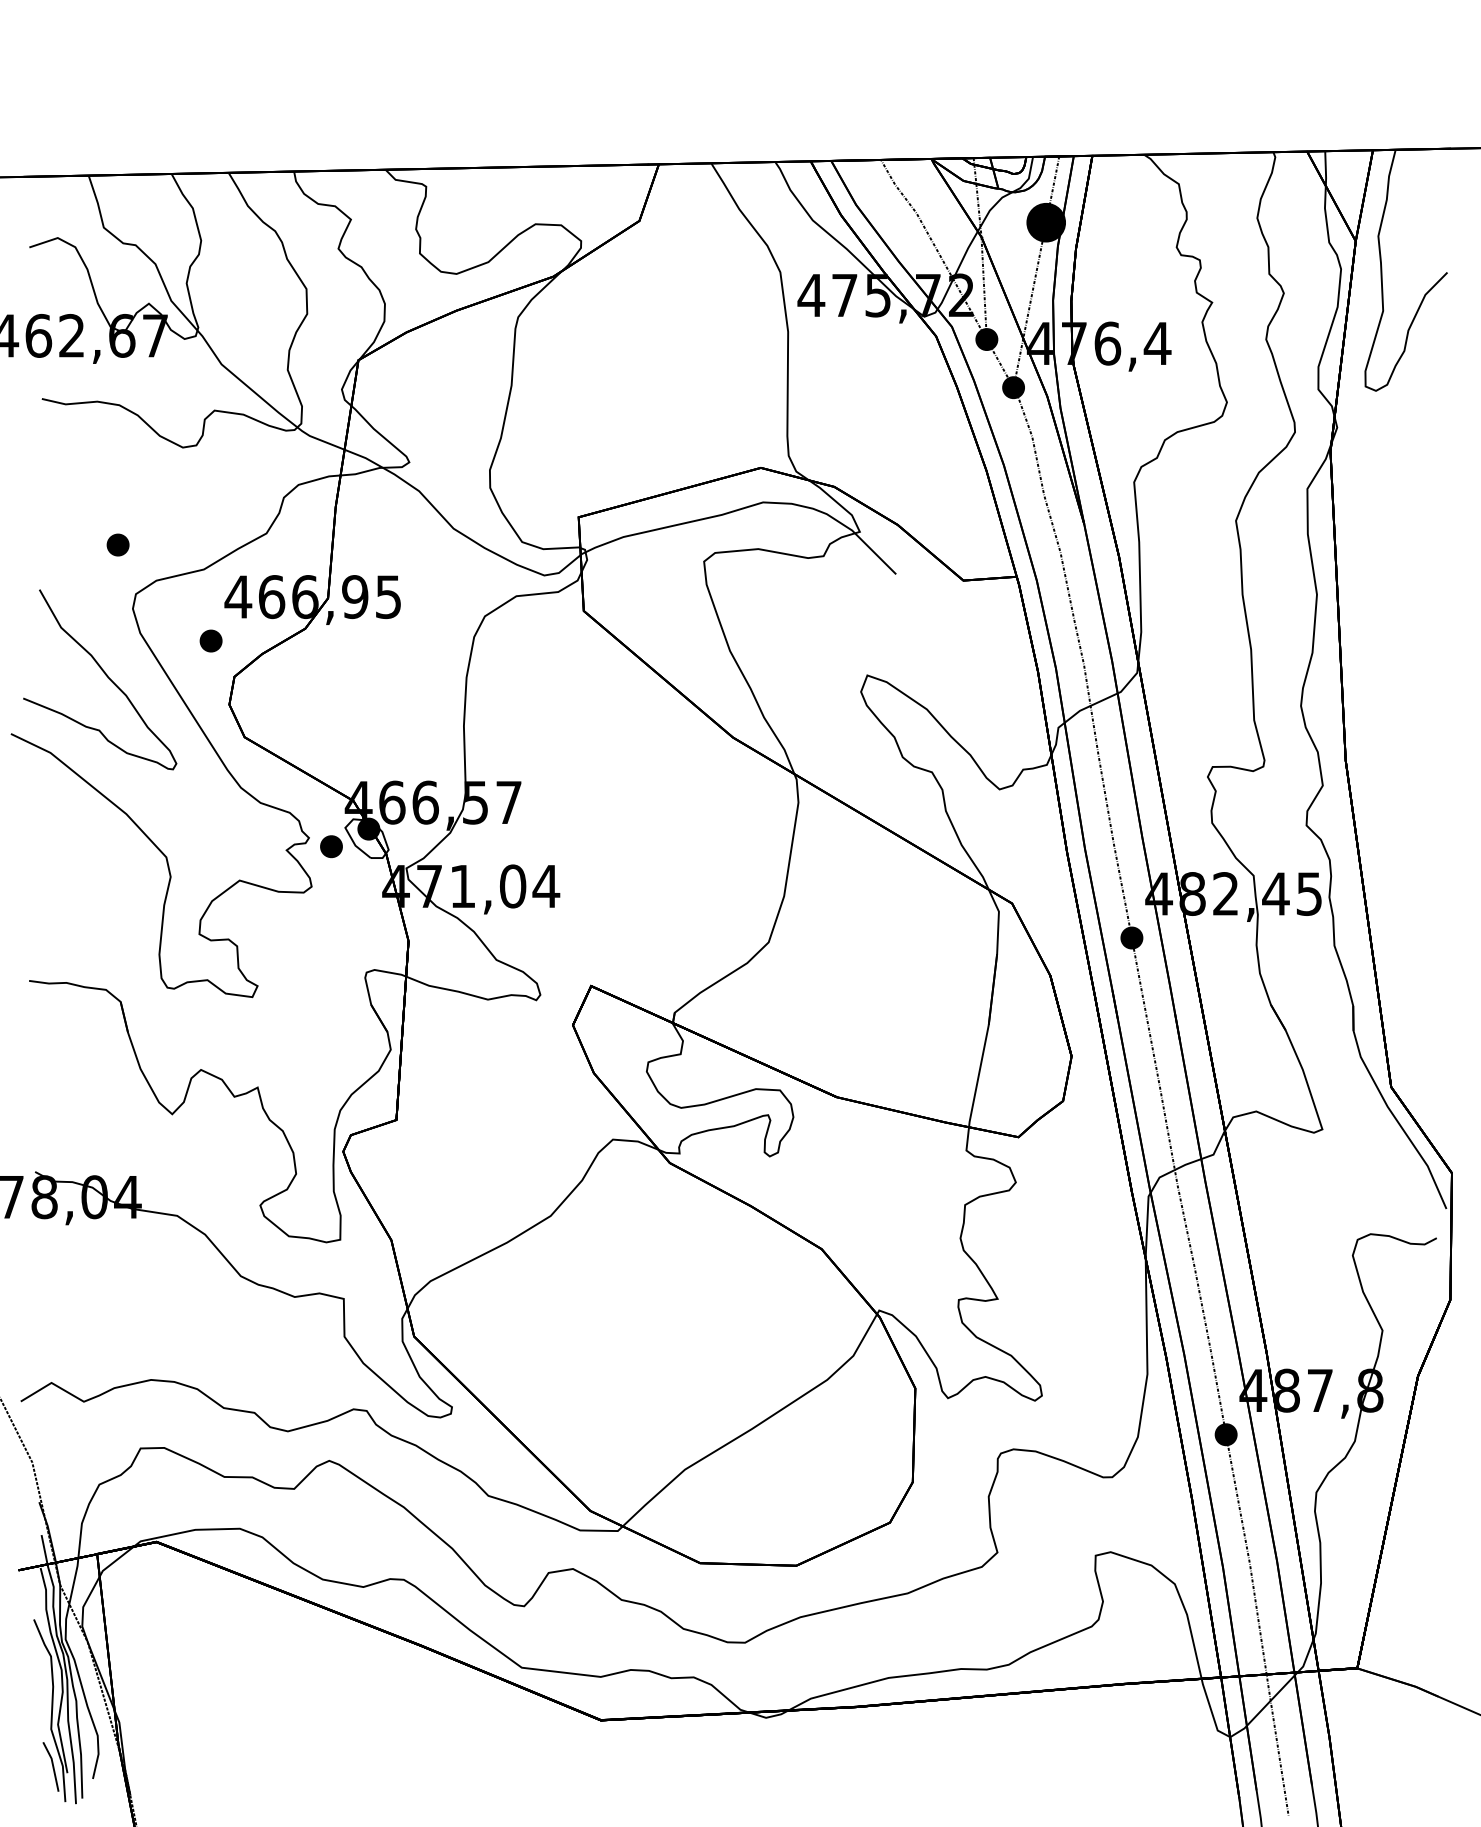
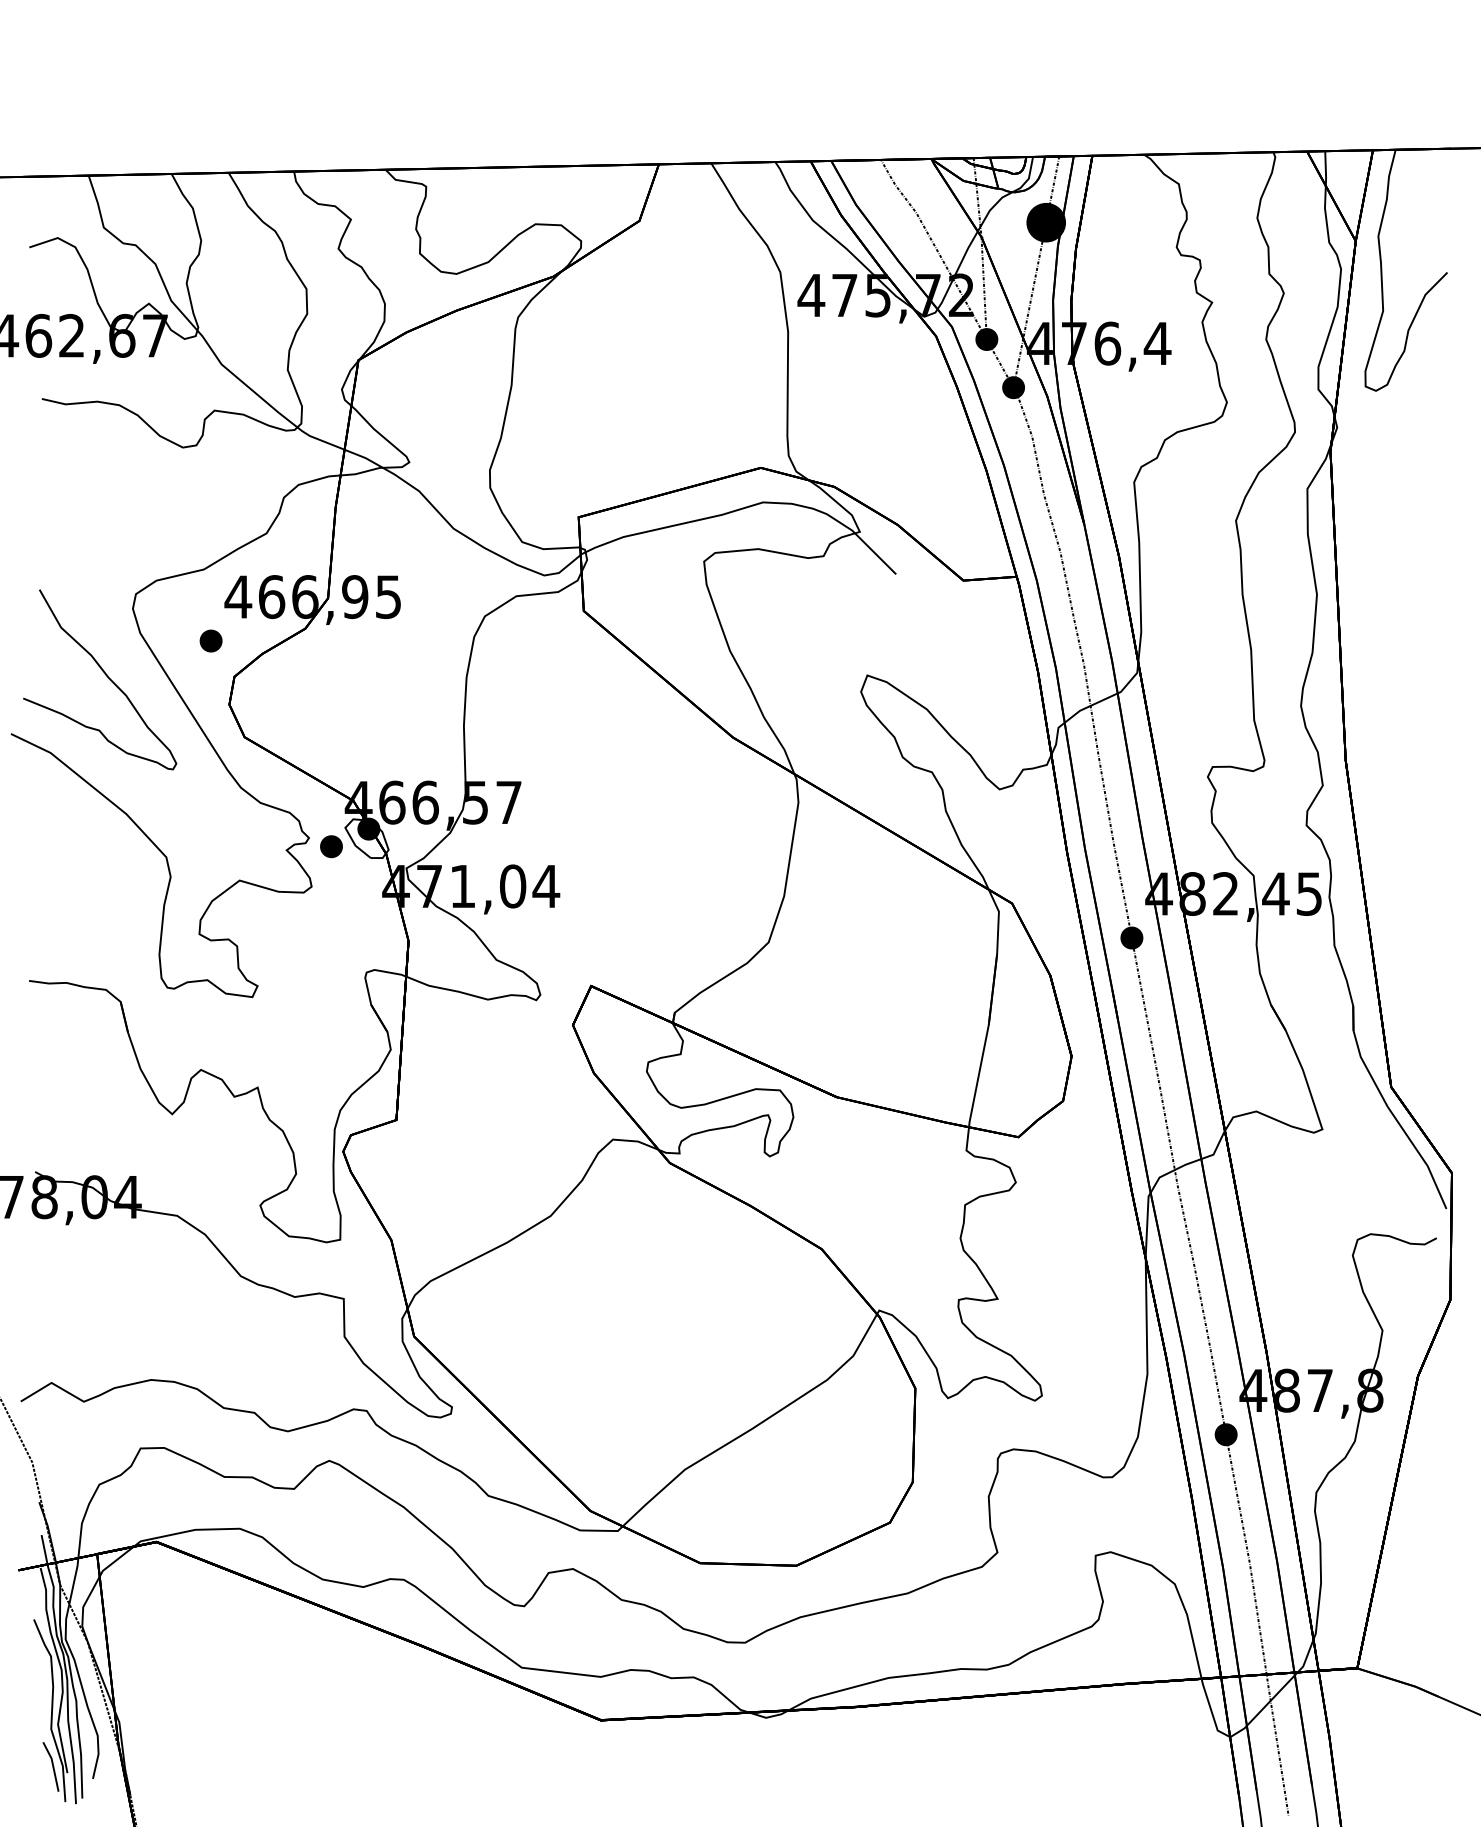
part at (117, 544): present -> none
